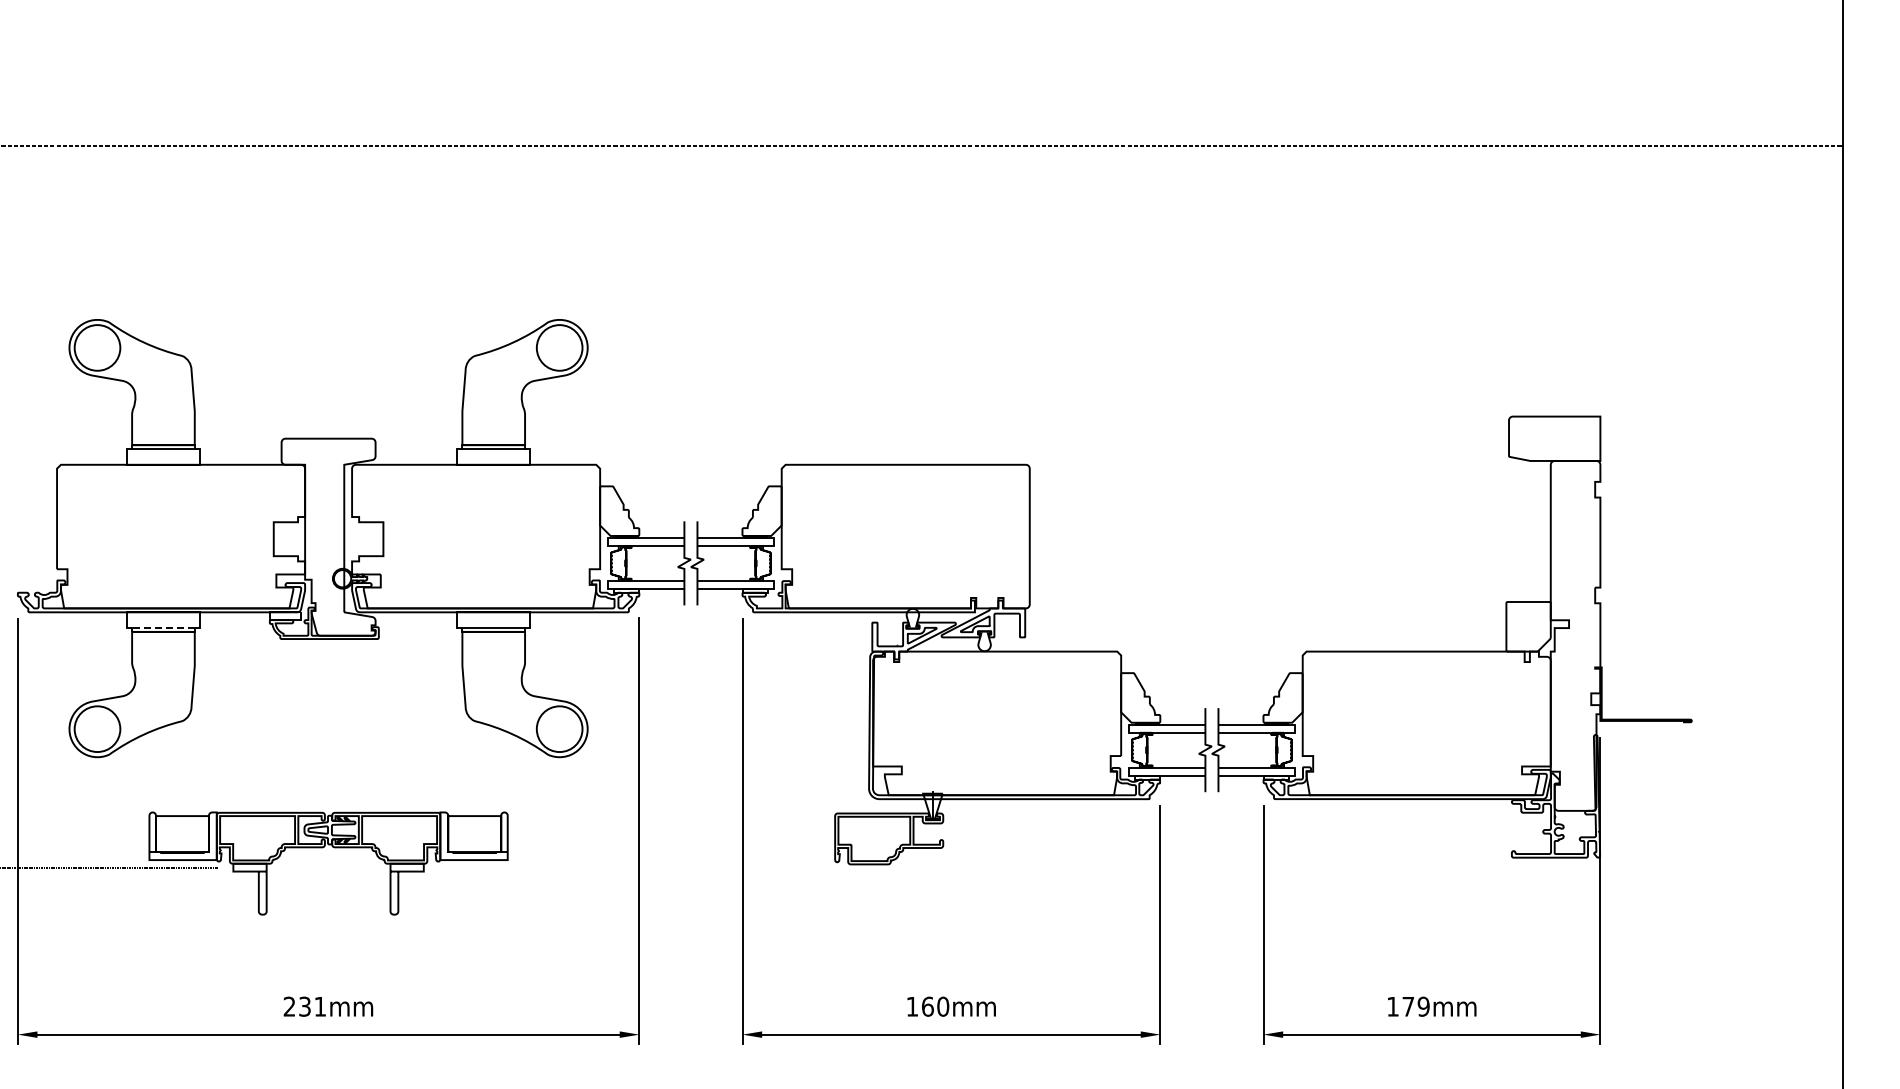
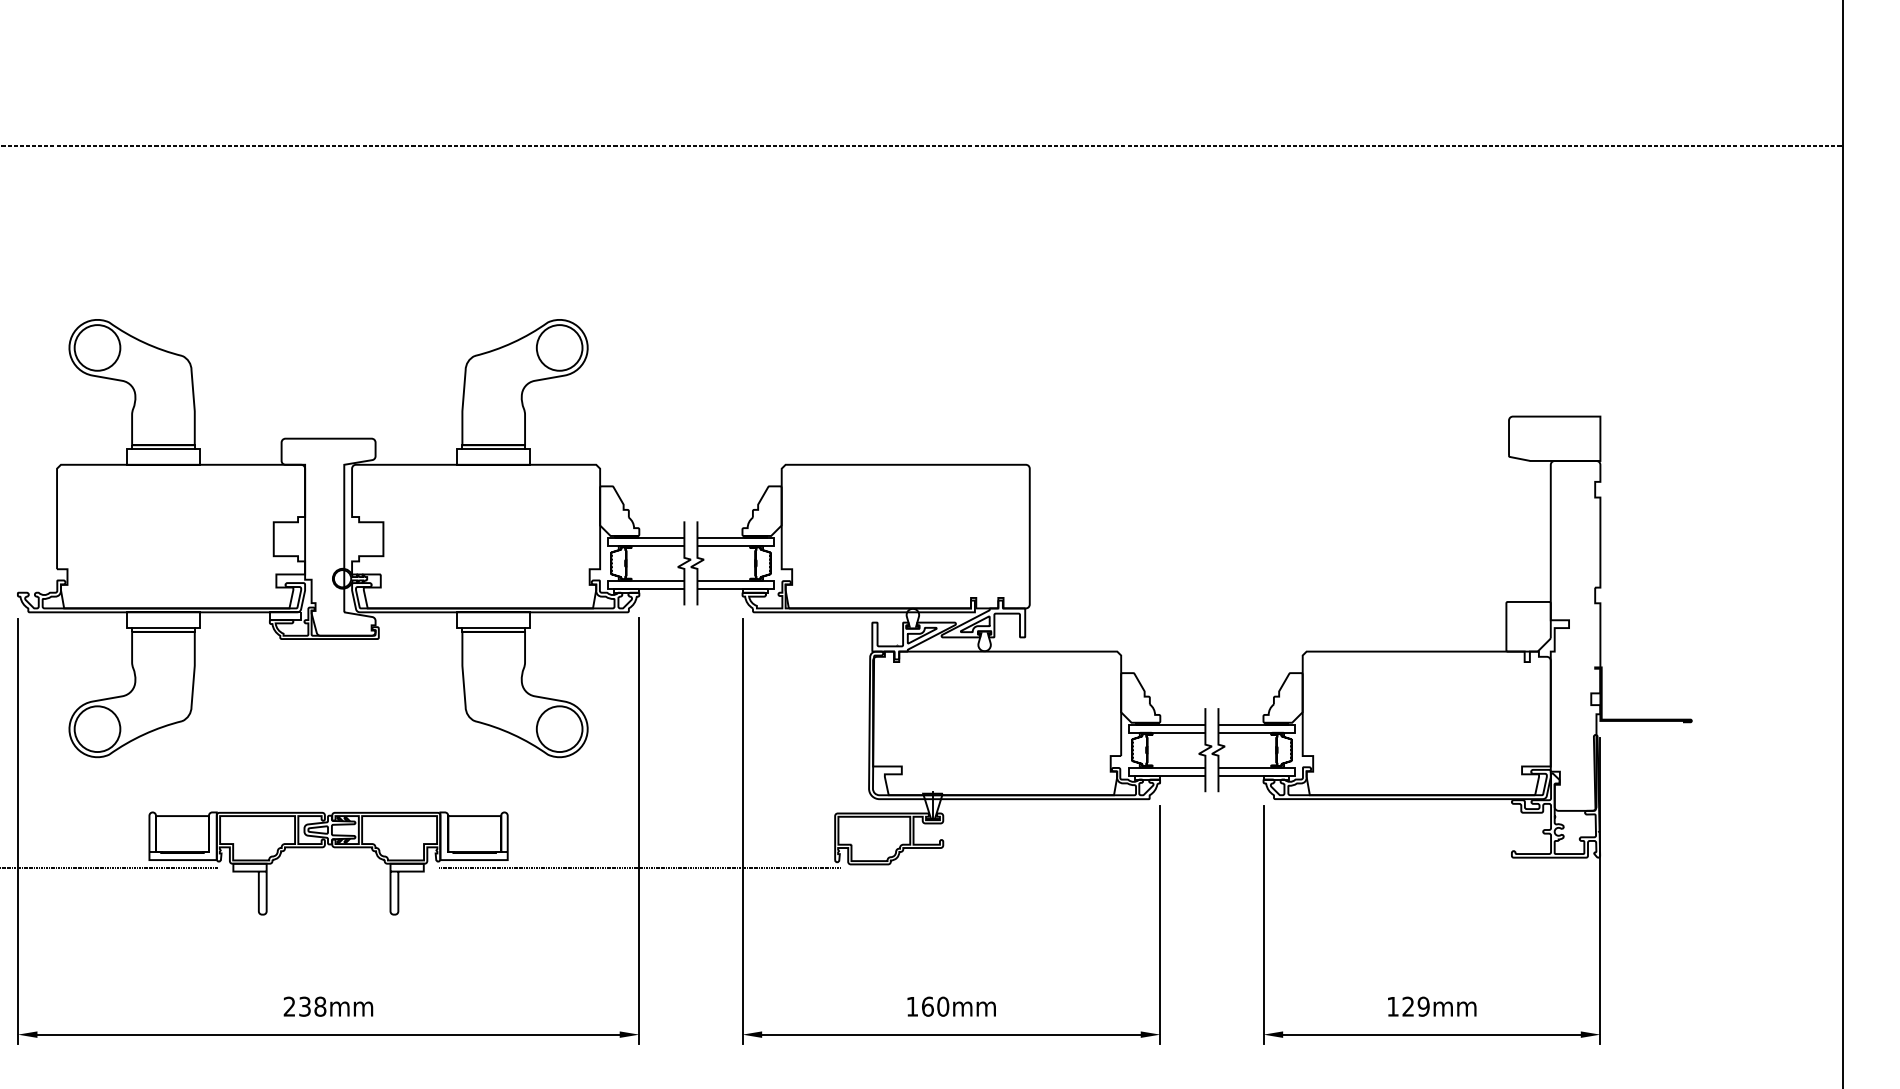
line at (162, 627): dashed -> solid
line at (640, 868): none -> present
text at (320, 1006): 231mm -> 238mm
text at (1407, 1006): 179mm -> 129mm
